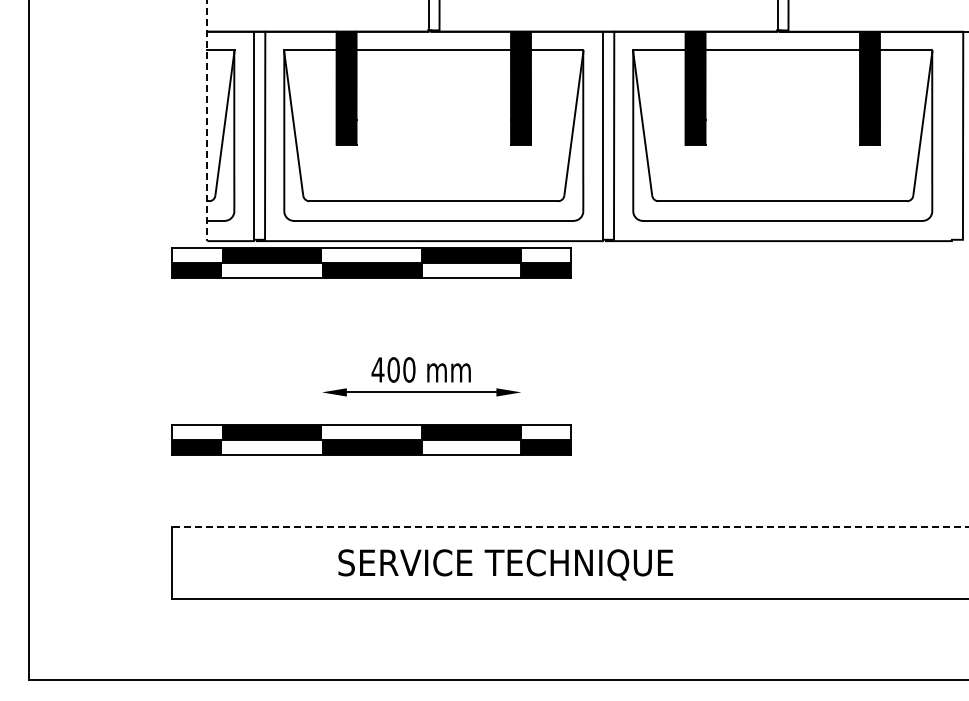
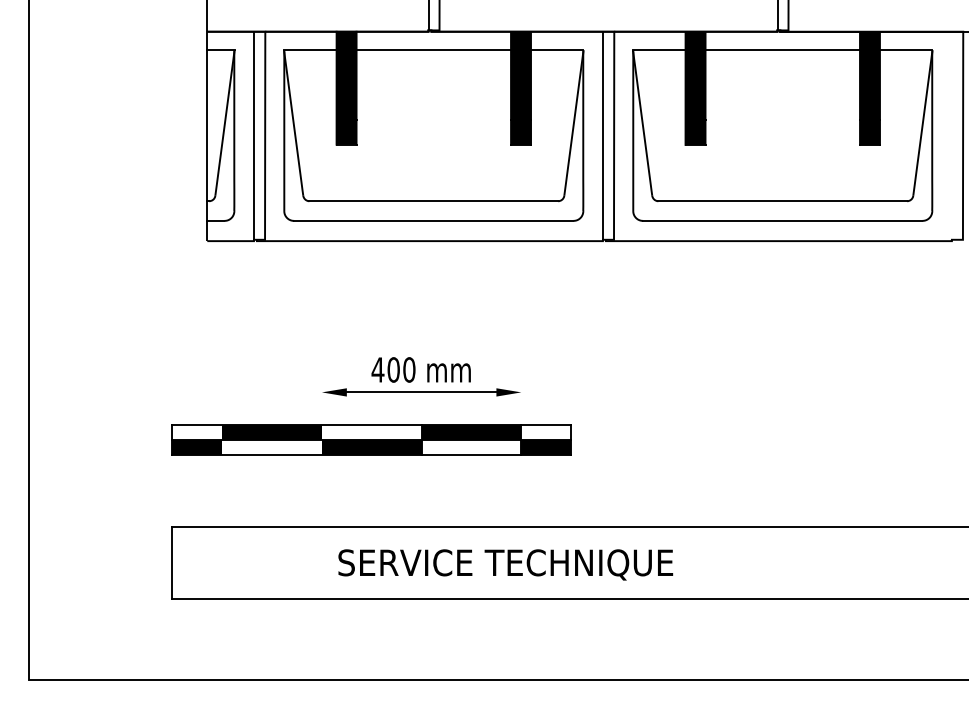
line at (207, 121): dashed -> solid
part at (371, 262): present -> none
line at (570, 526): dashed -> solid
